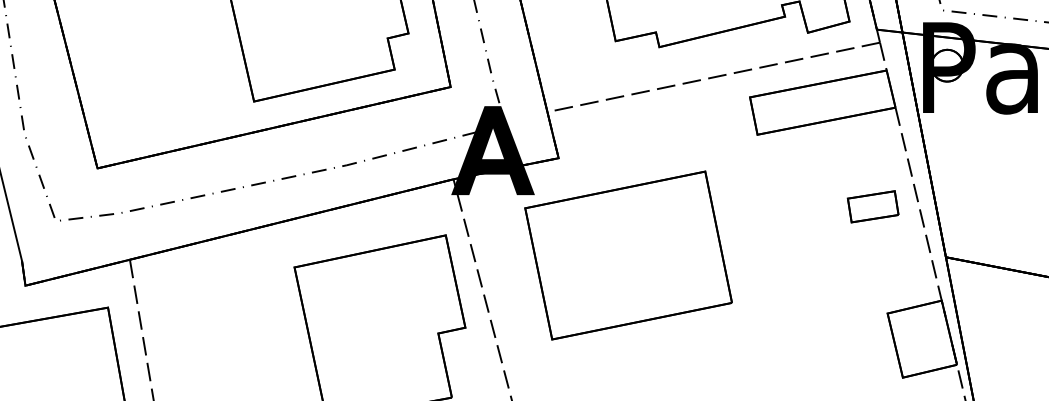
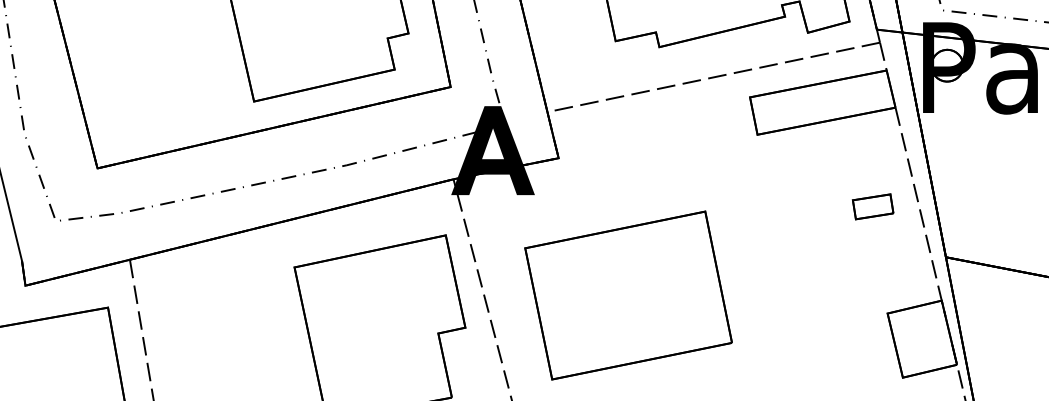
part at (872, 206) size: 54x34 px -> 44x28 px
part at (628, 255) position: (628, 255) -> (628, 295)
